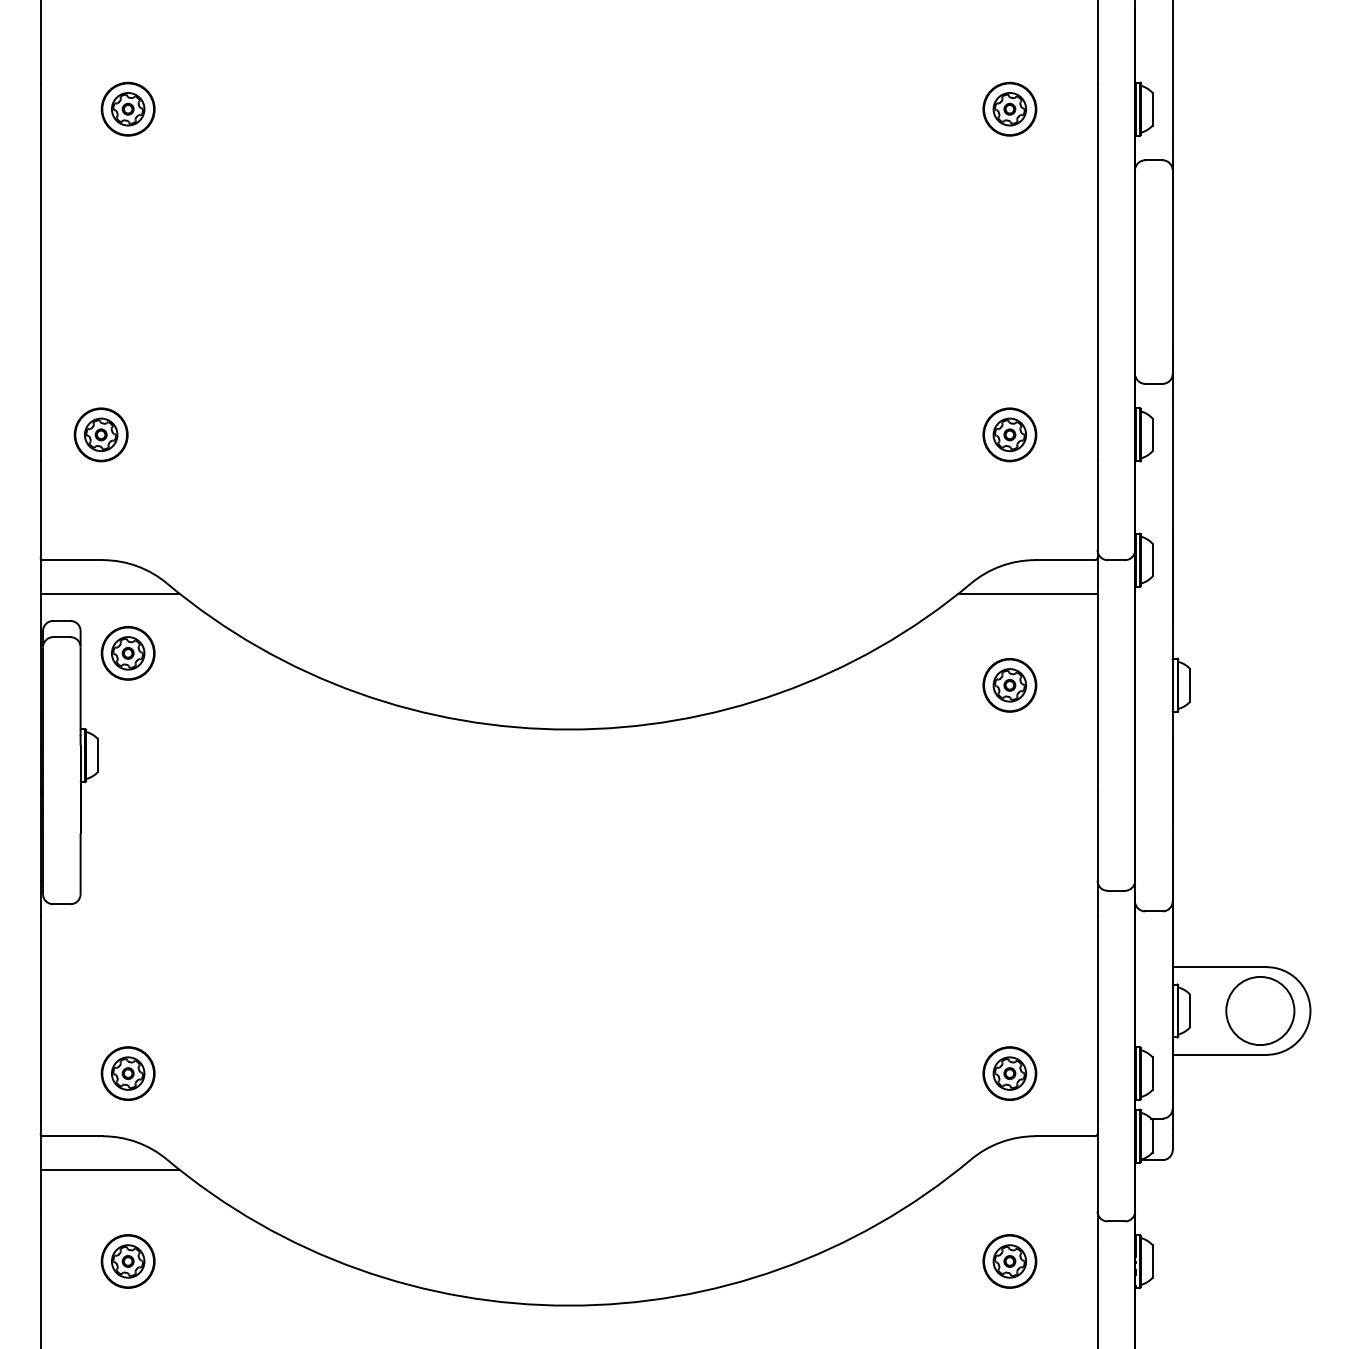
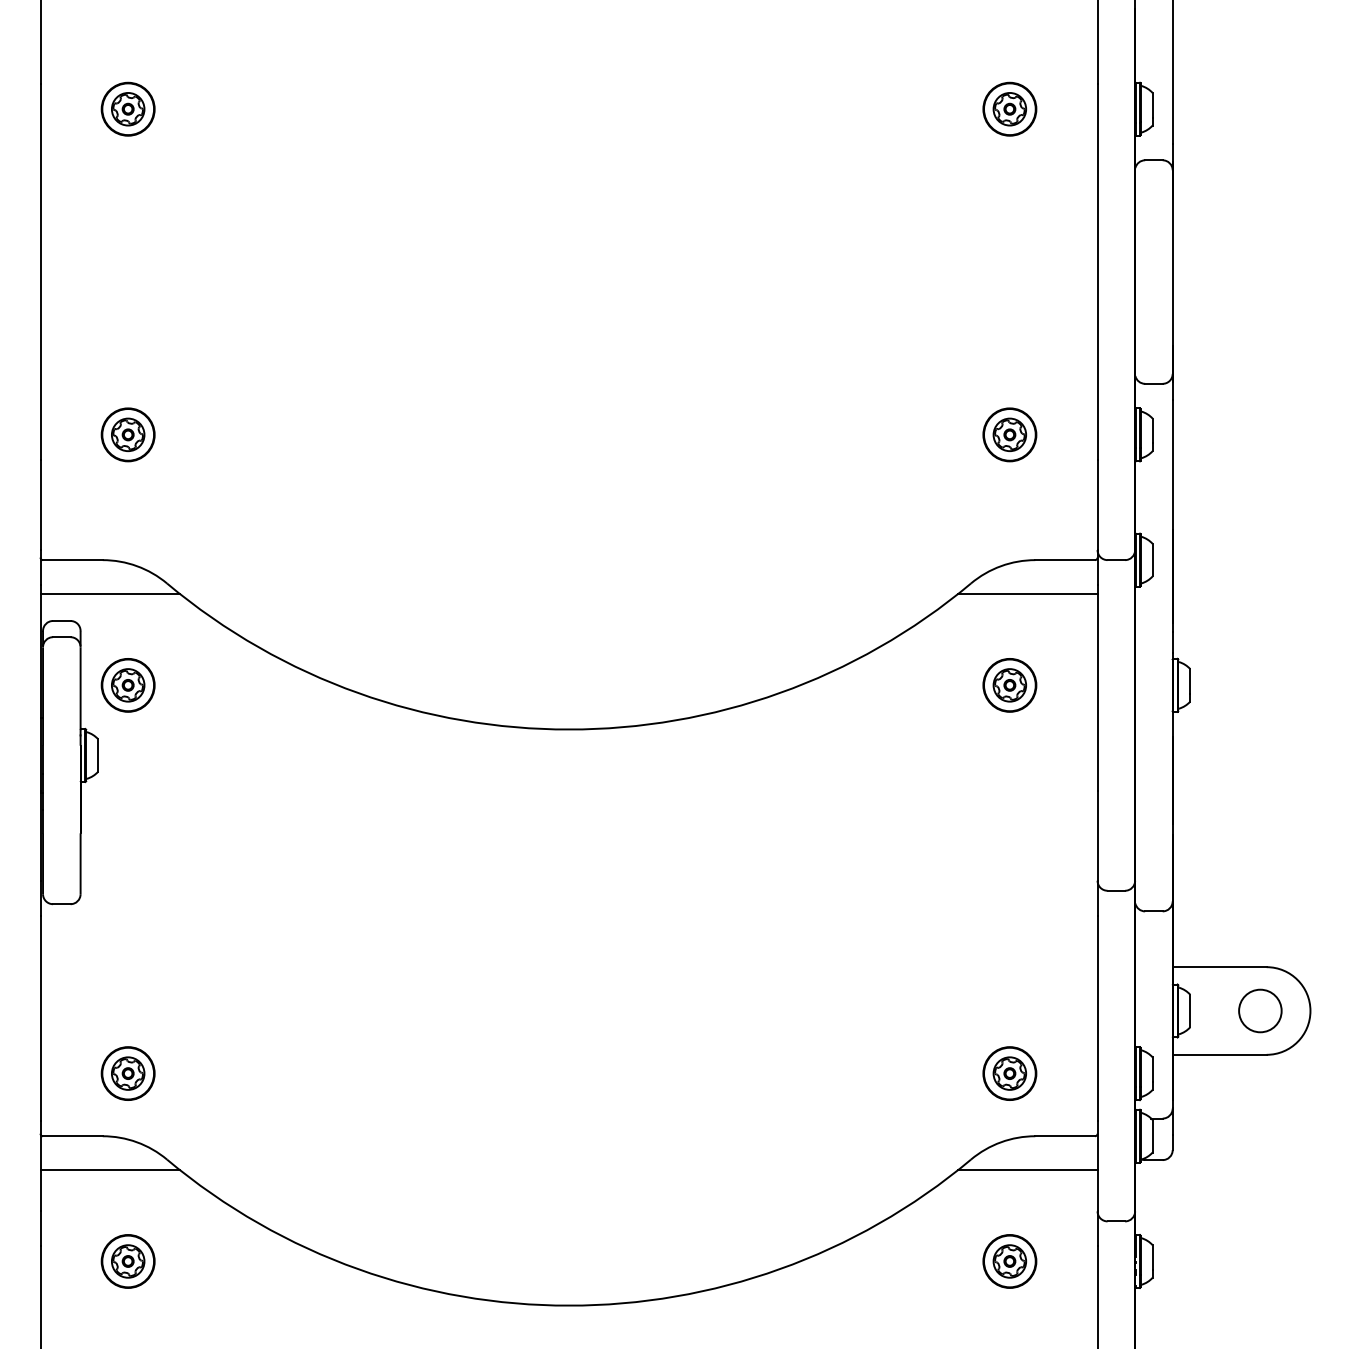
part at (100, 434) position: (100, 434) -> (127, 434)
part at (127, 653) position: (127, 653) -> (127, 685)
circle at (1260, 1010) diameter: 68 px -> 43 px
line at (1027, 1169): none -> present
